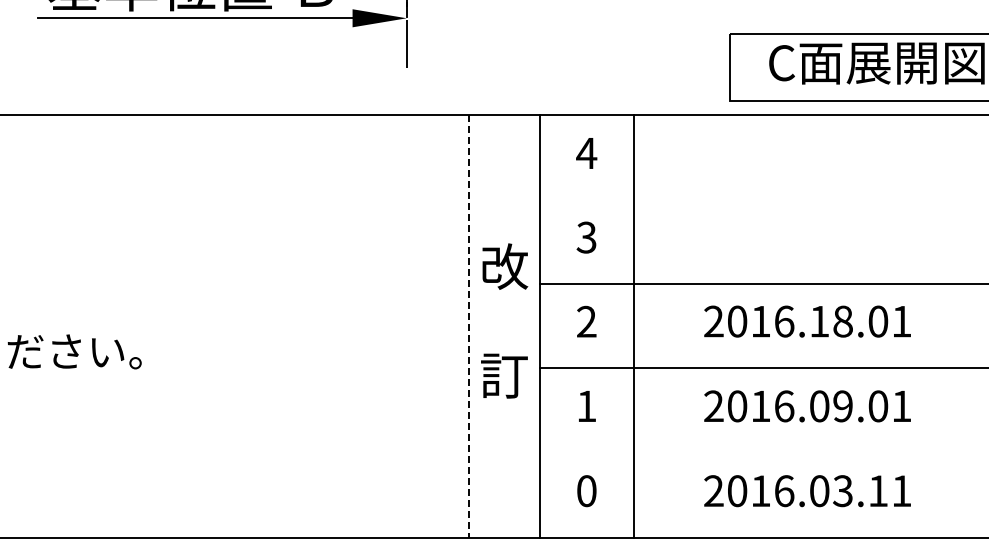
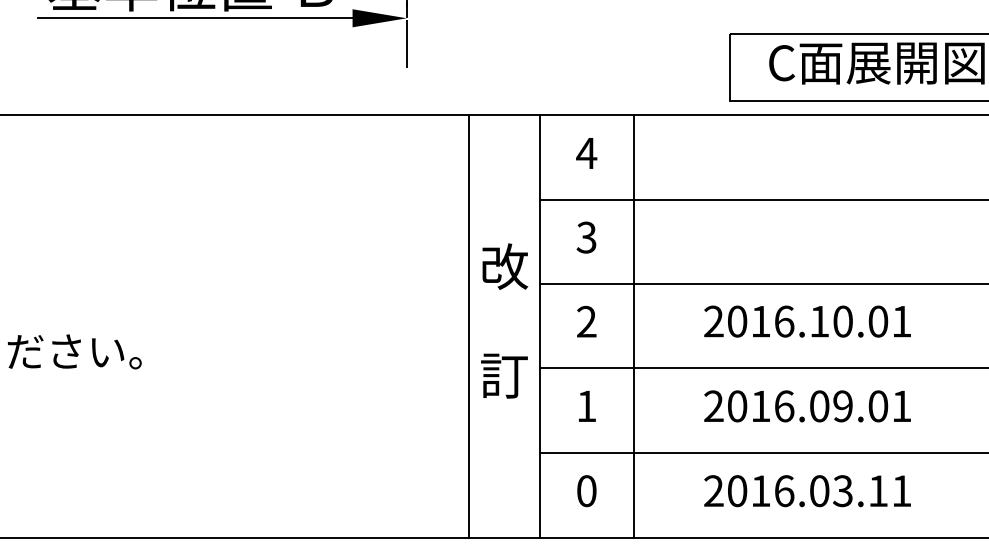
line at (762, 199): none -> present
text at (842, 321): 2016.18.01 -> 2016.10.01
line at (468, 326): dashed -> solid
line at (762, 452): none -> present
